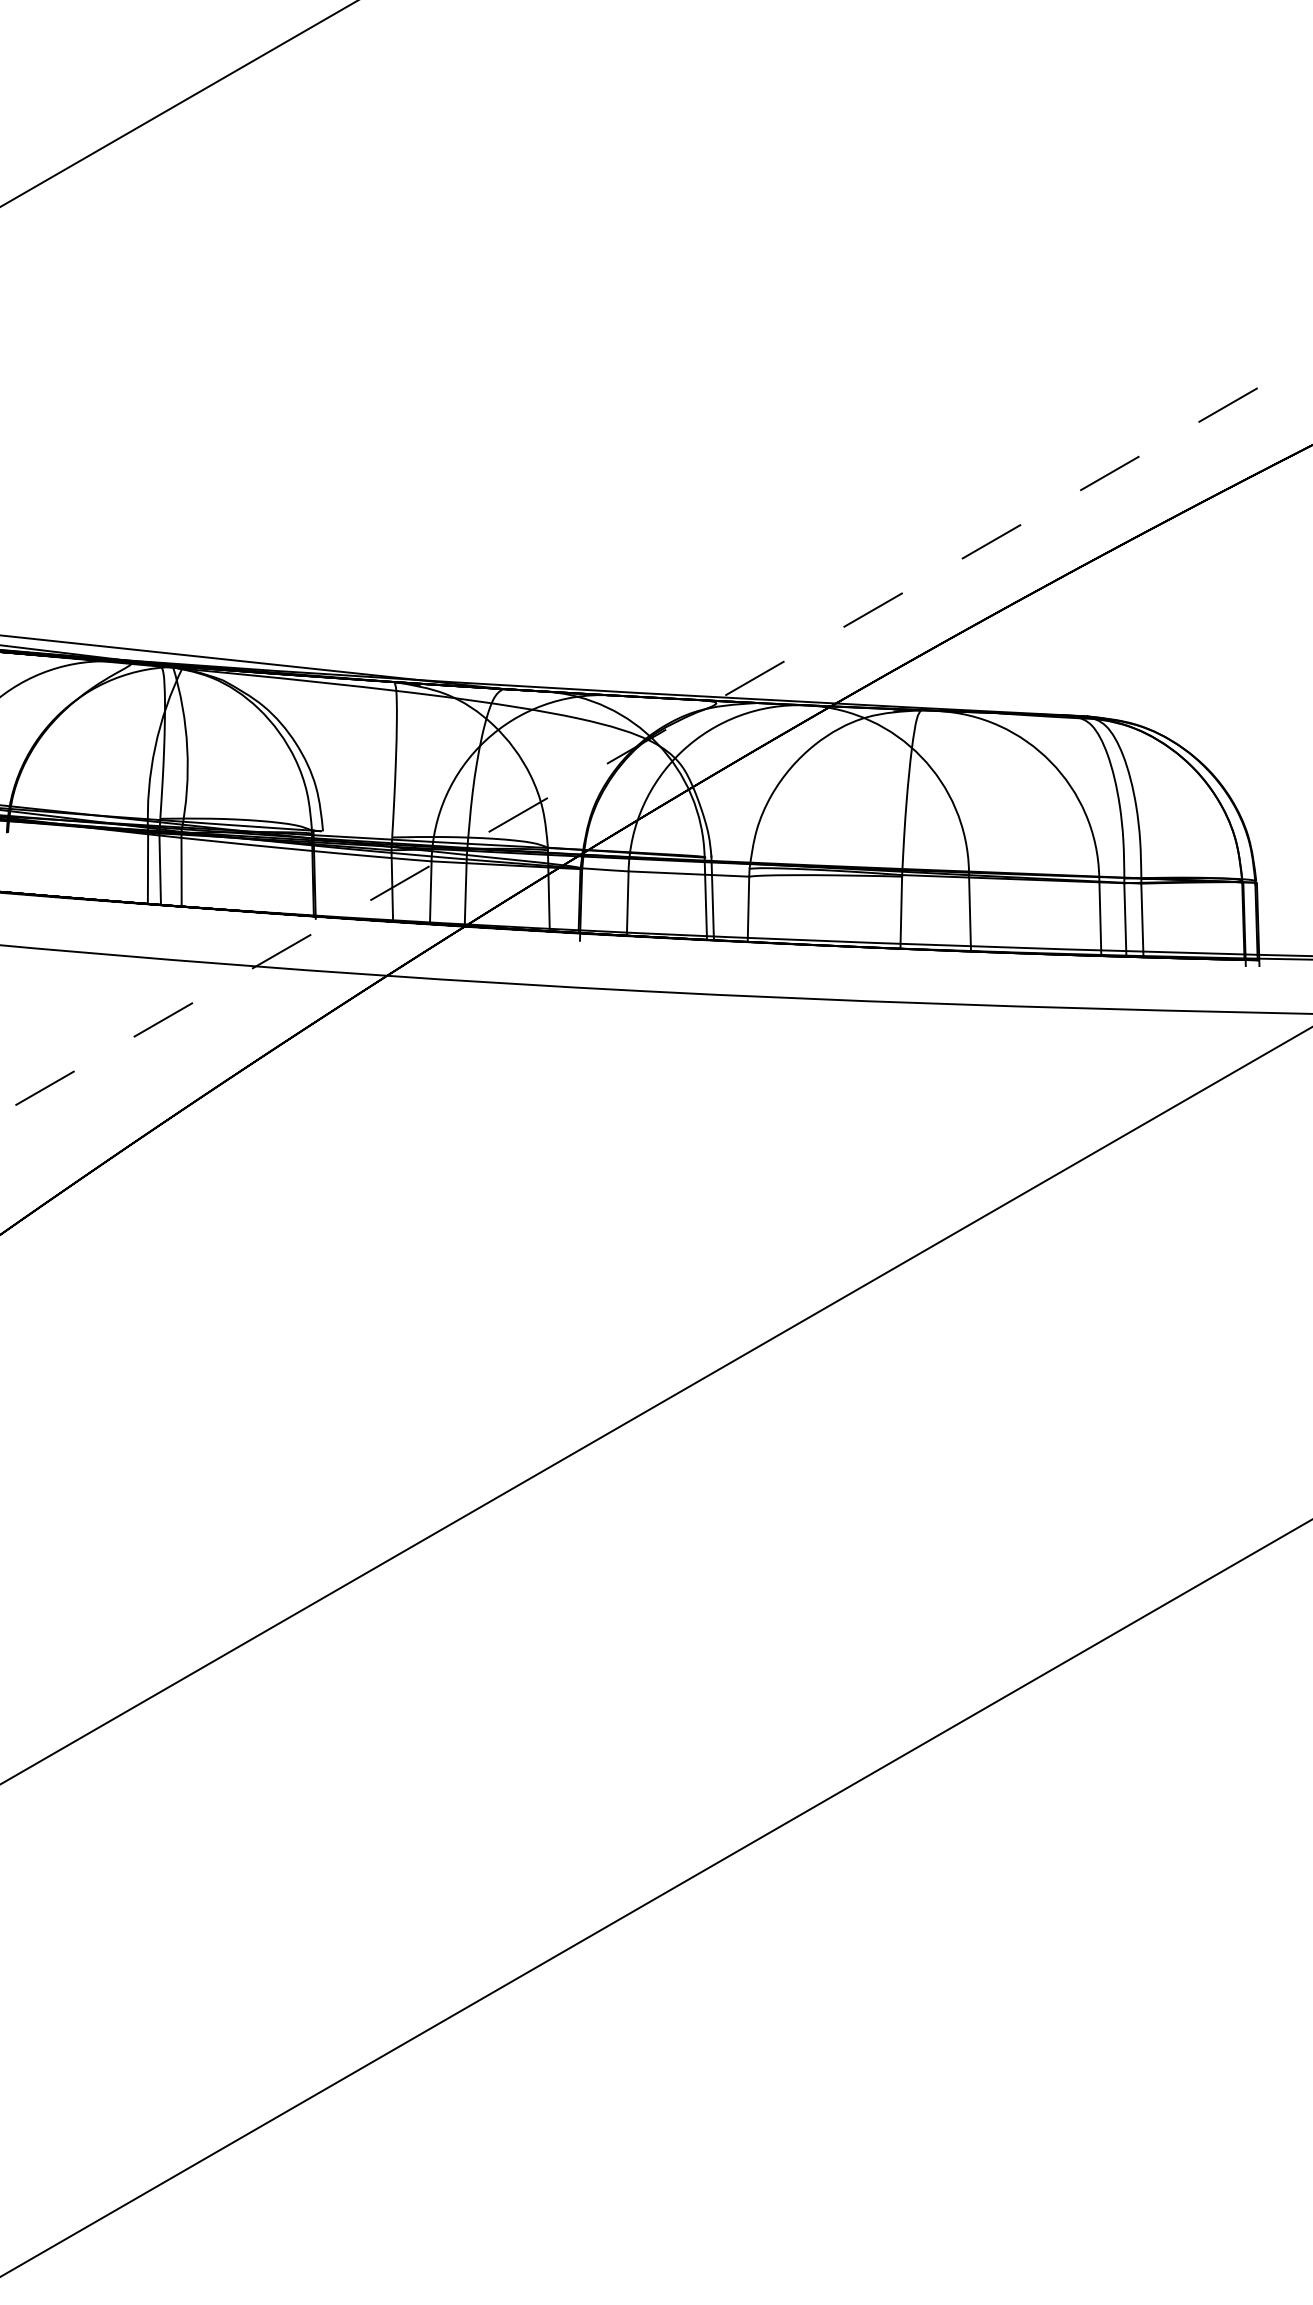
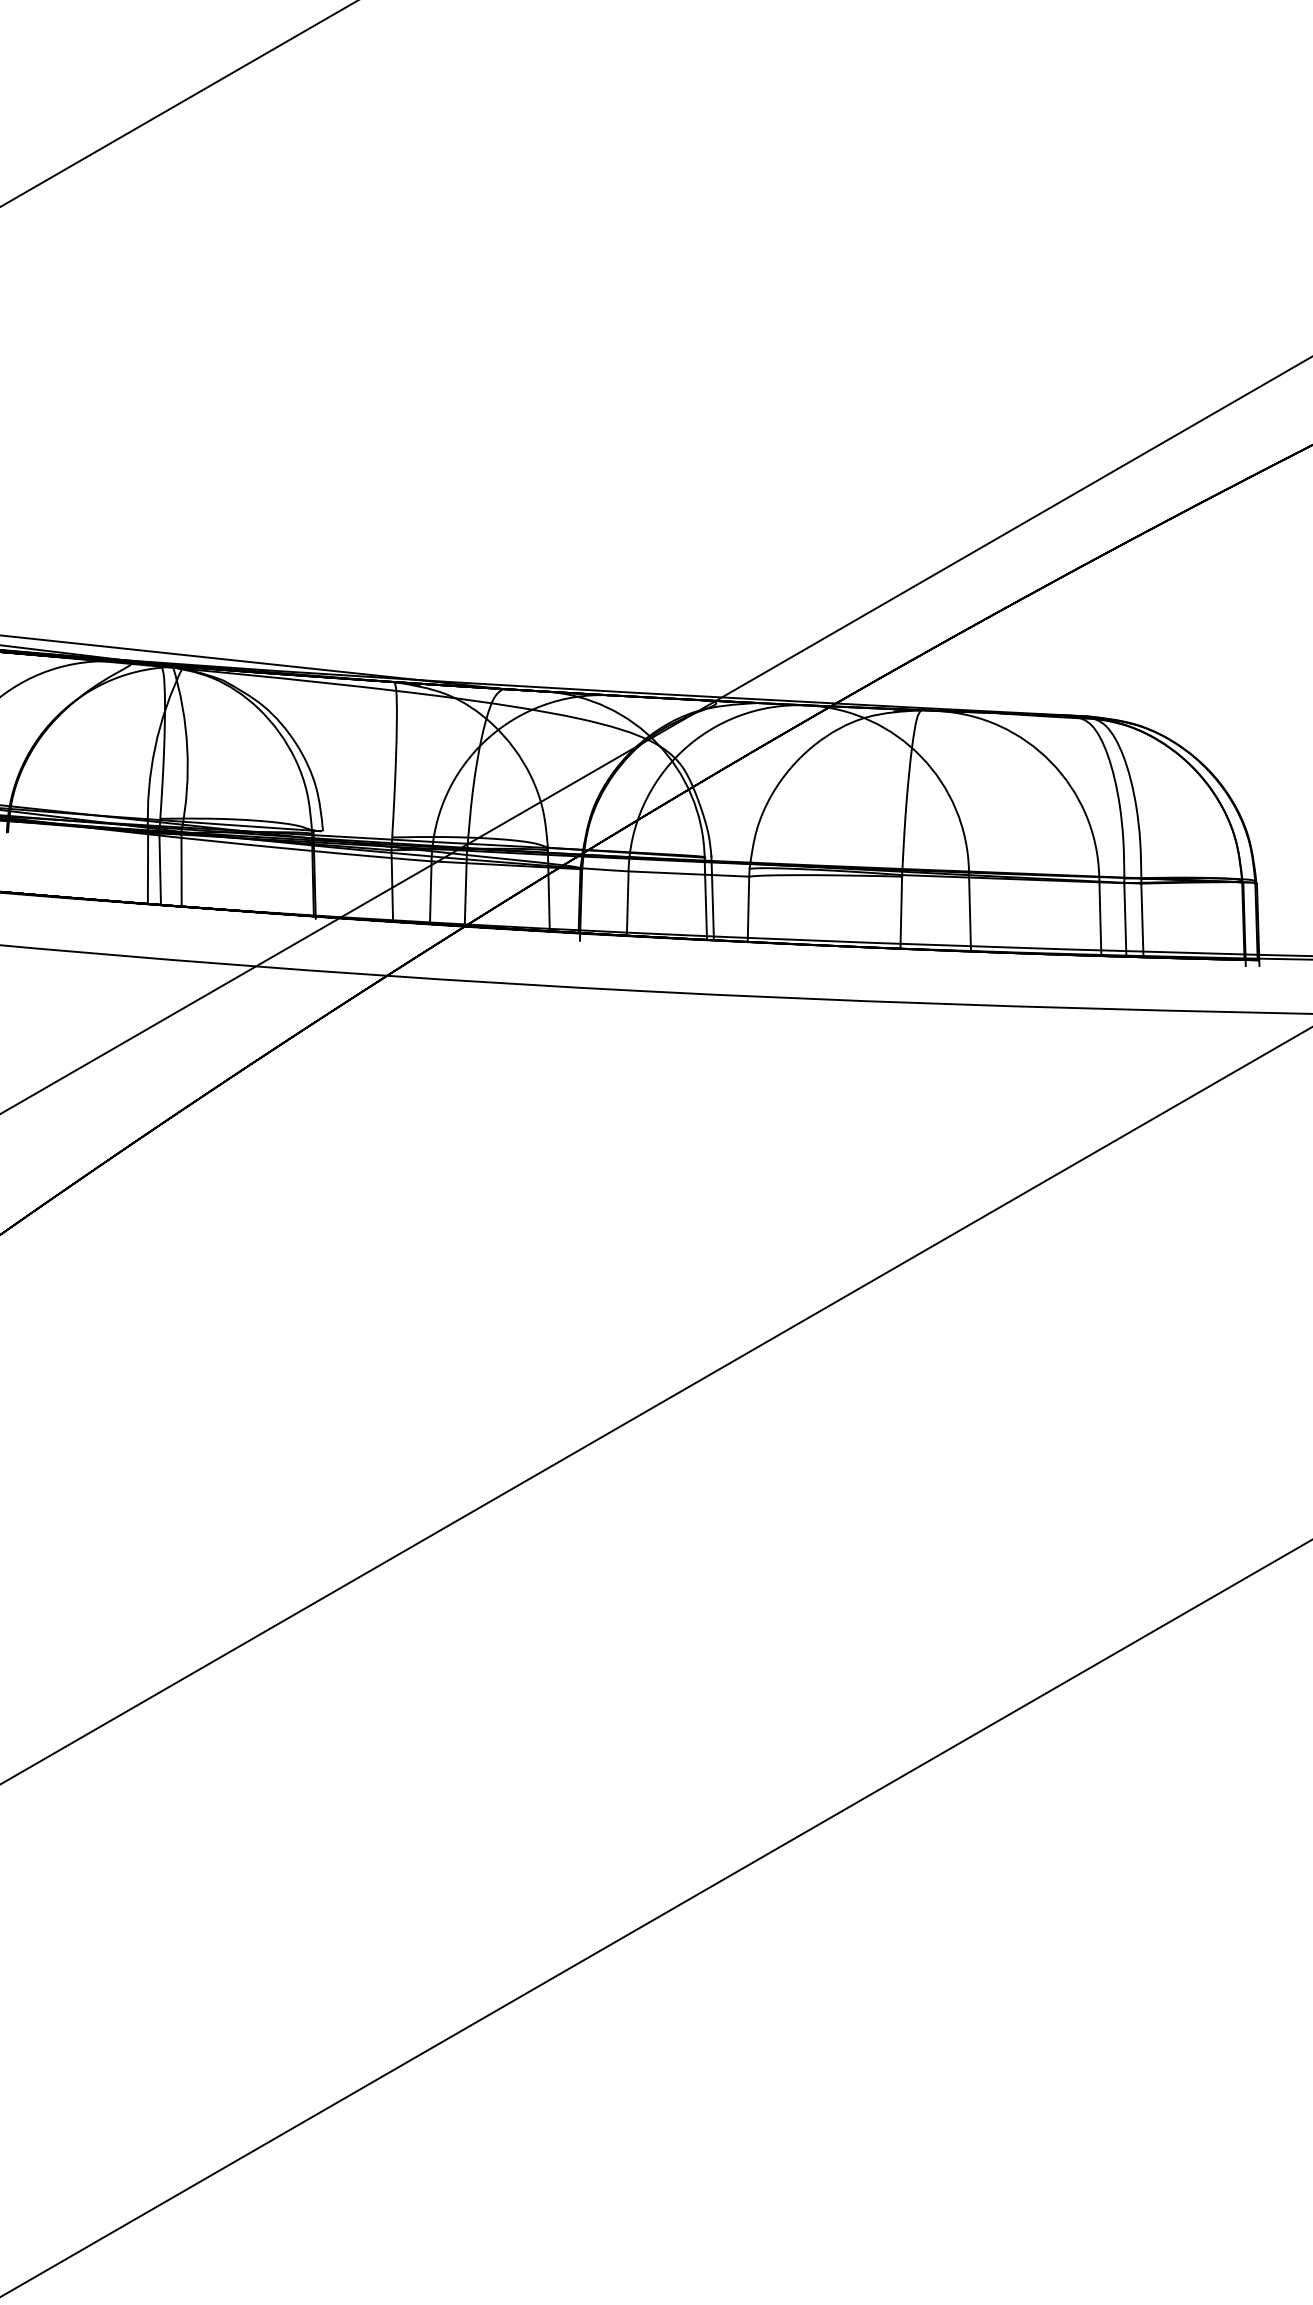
line at (657, 734): dashed -> solid
line at (655, 1898) position: (655, 1898) -> (655, 1918)
